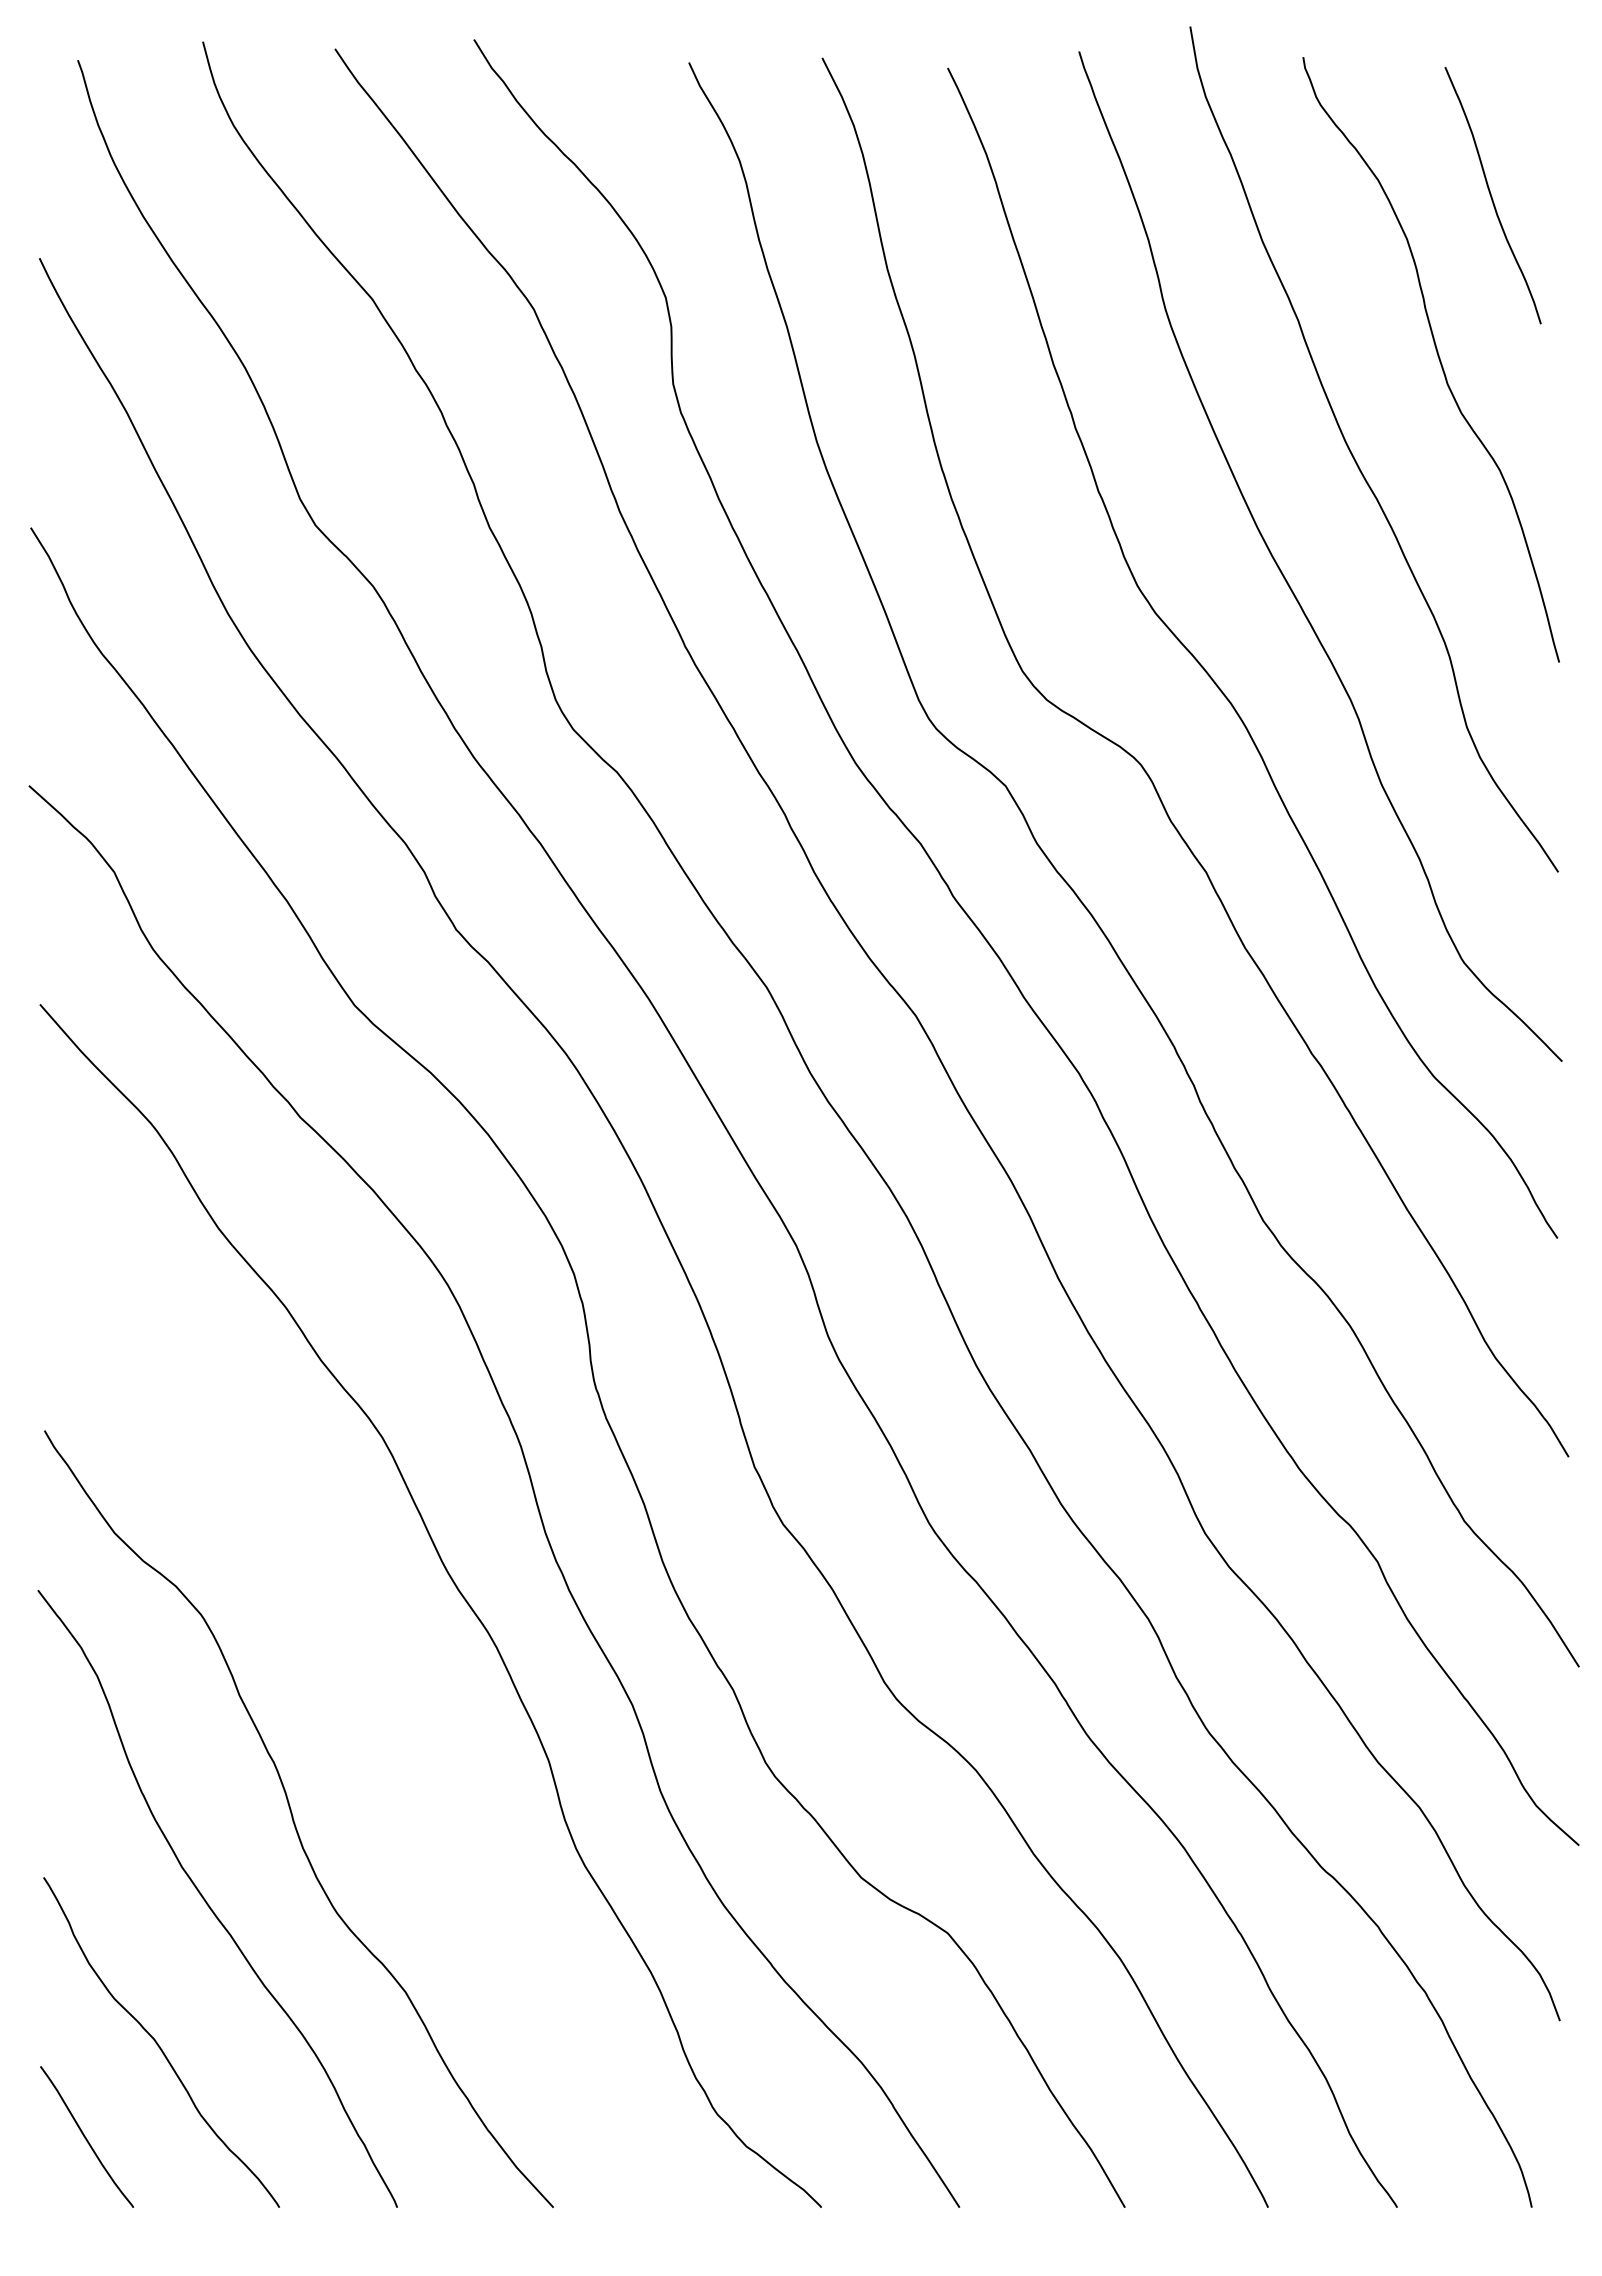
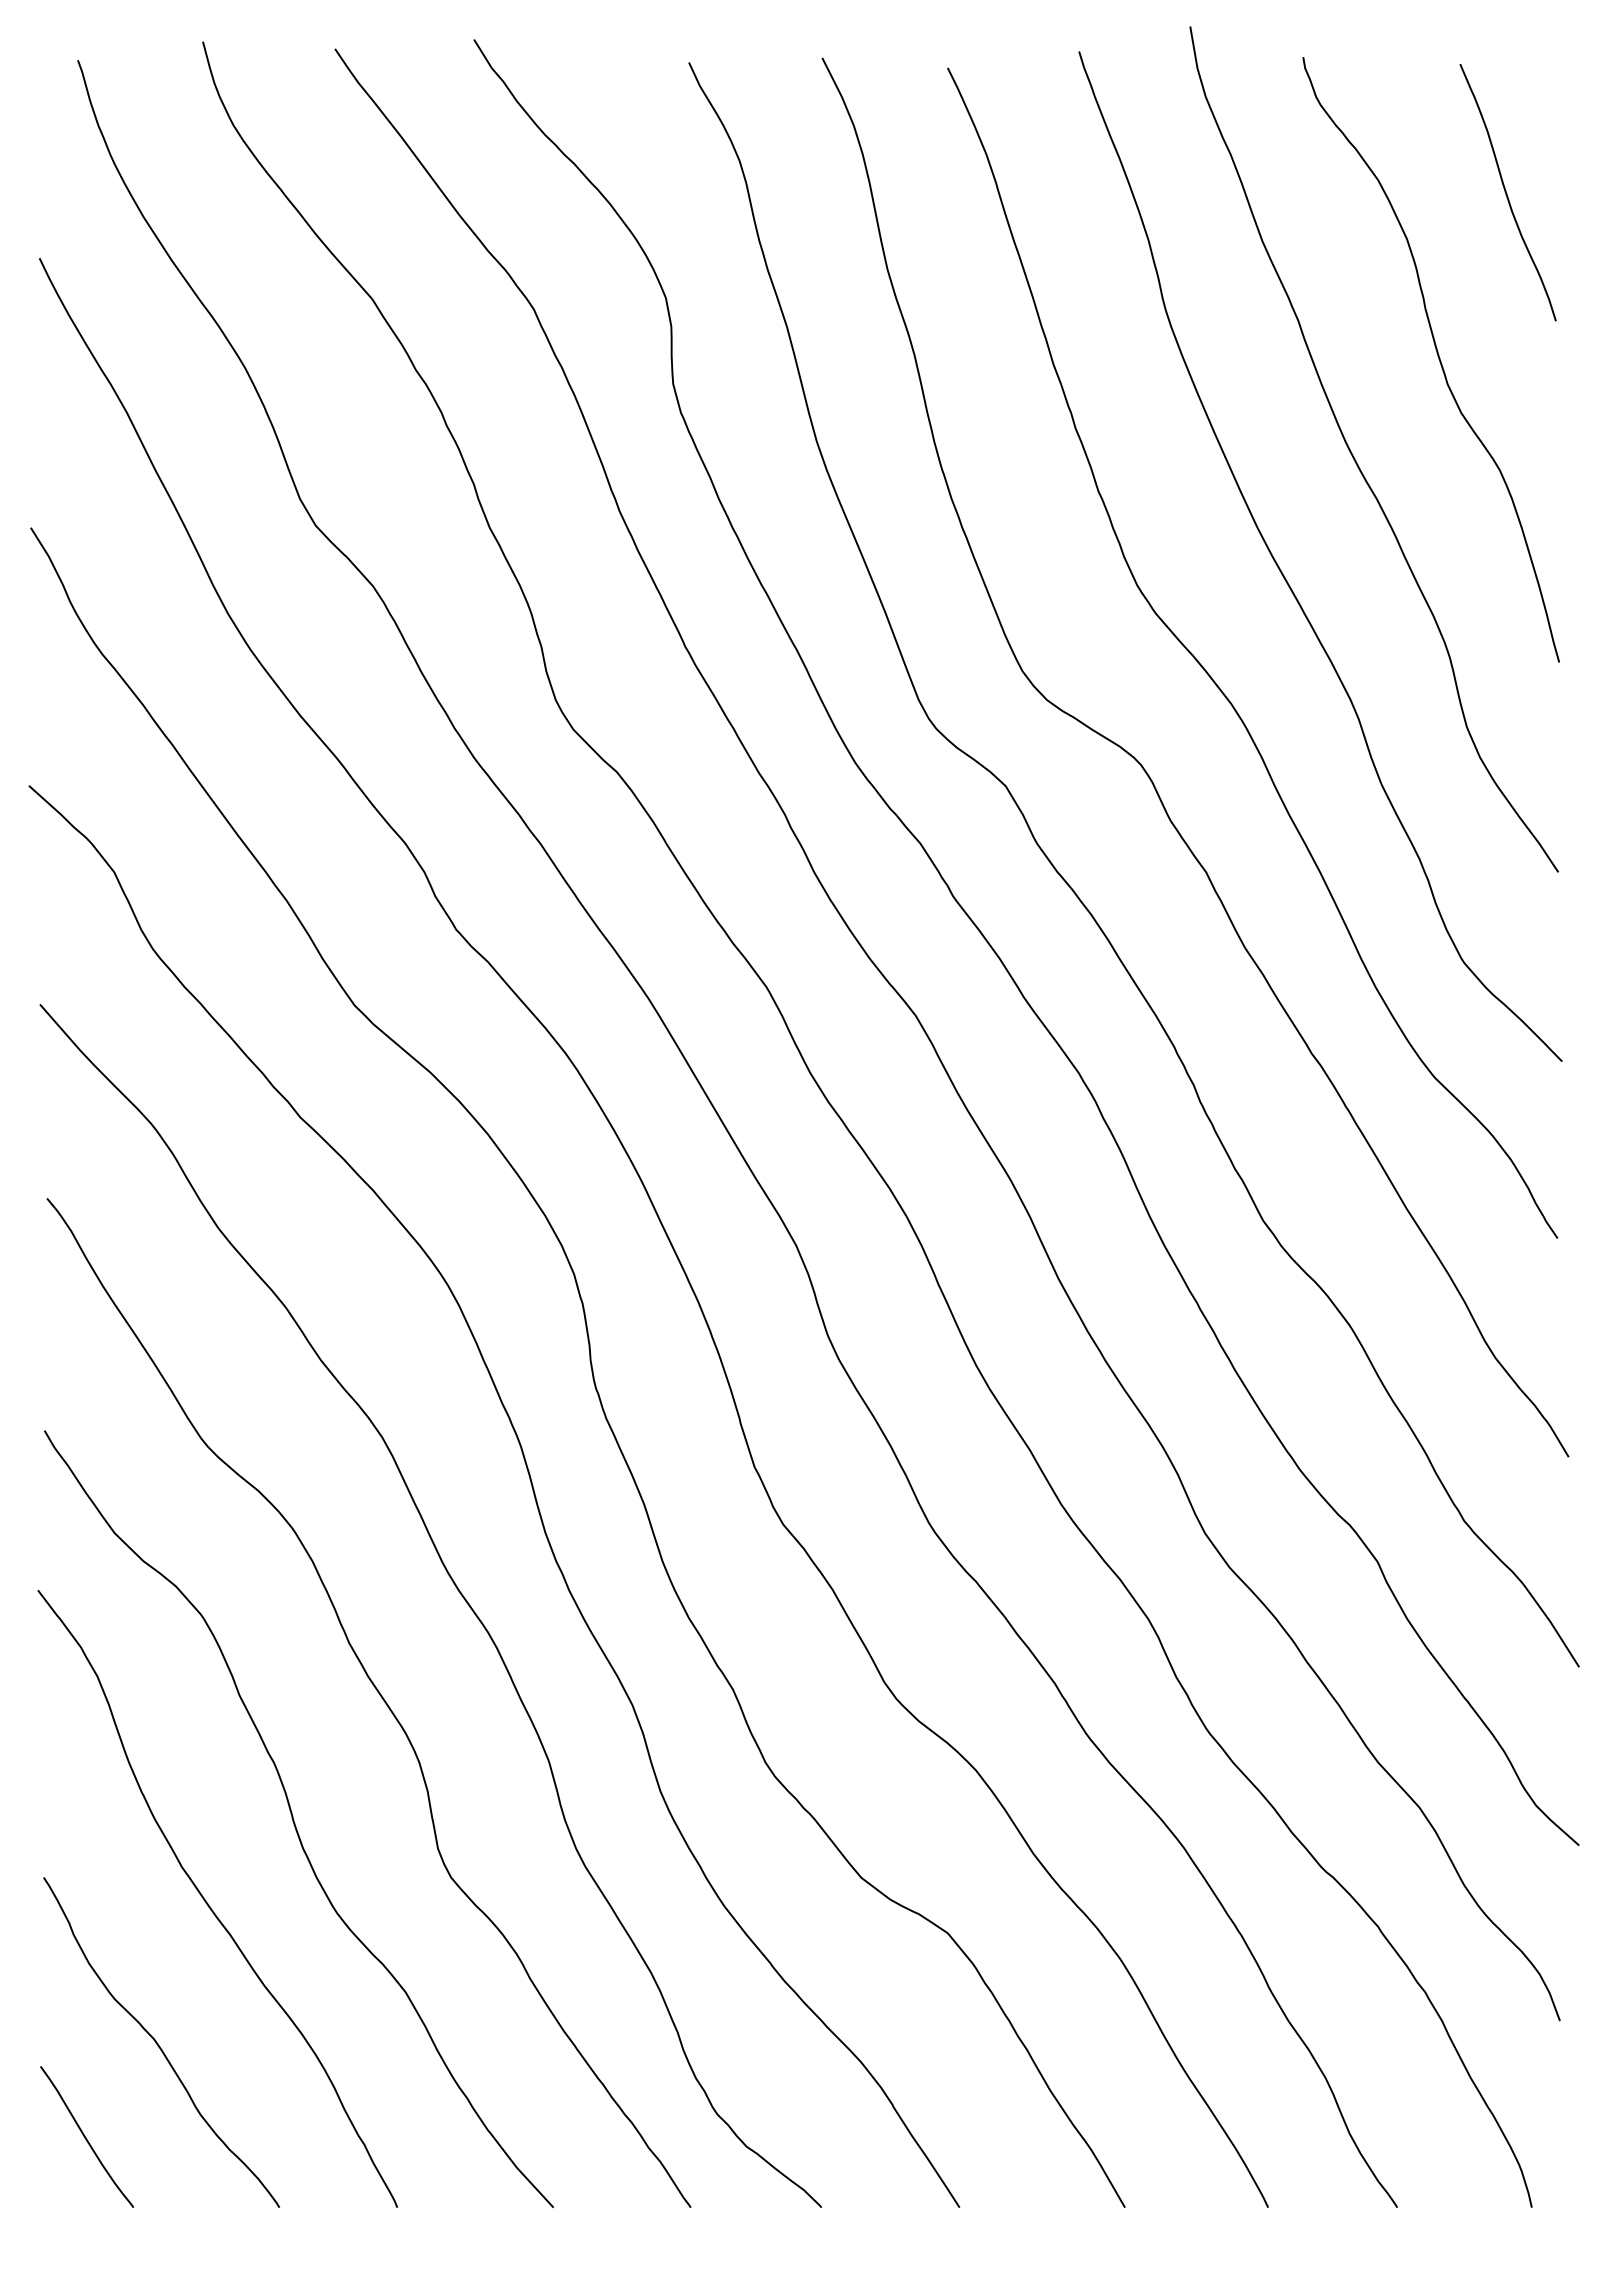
curve at (1491, 195) position: (1491, 195) -> (1506, 192)
curve at (379, 1695): none -> present
